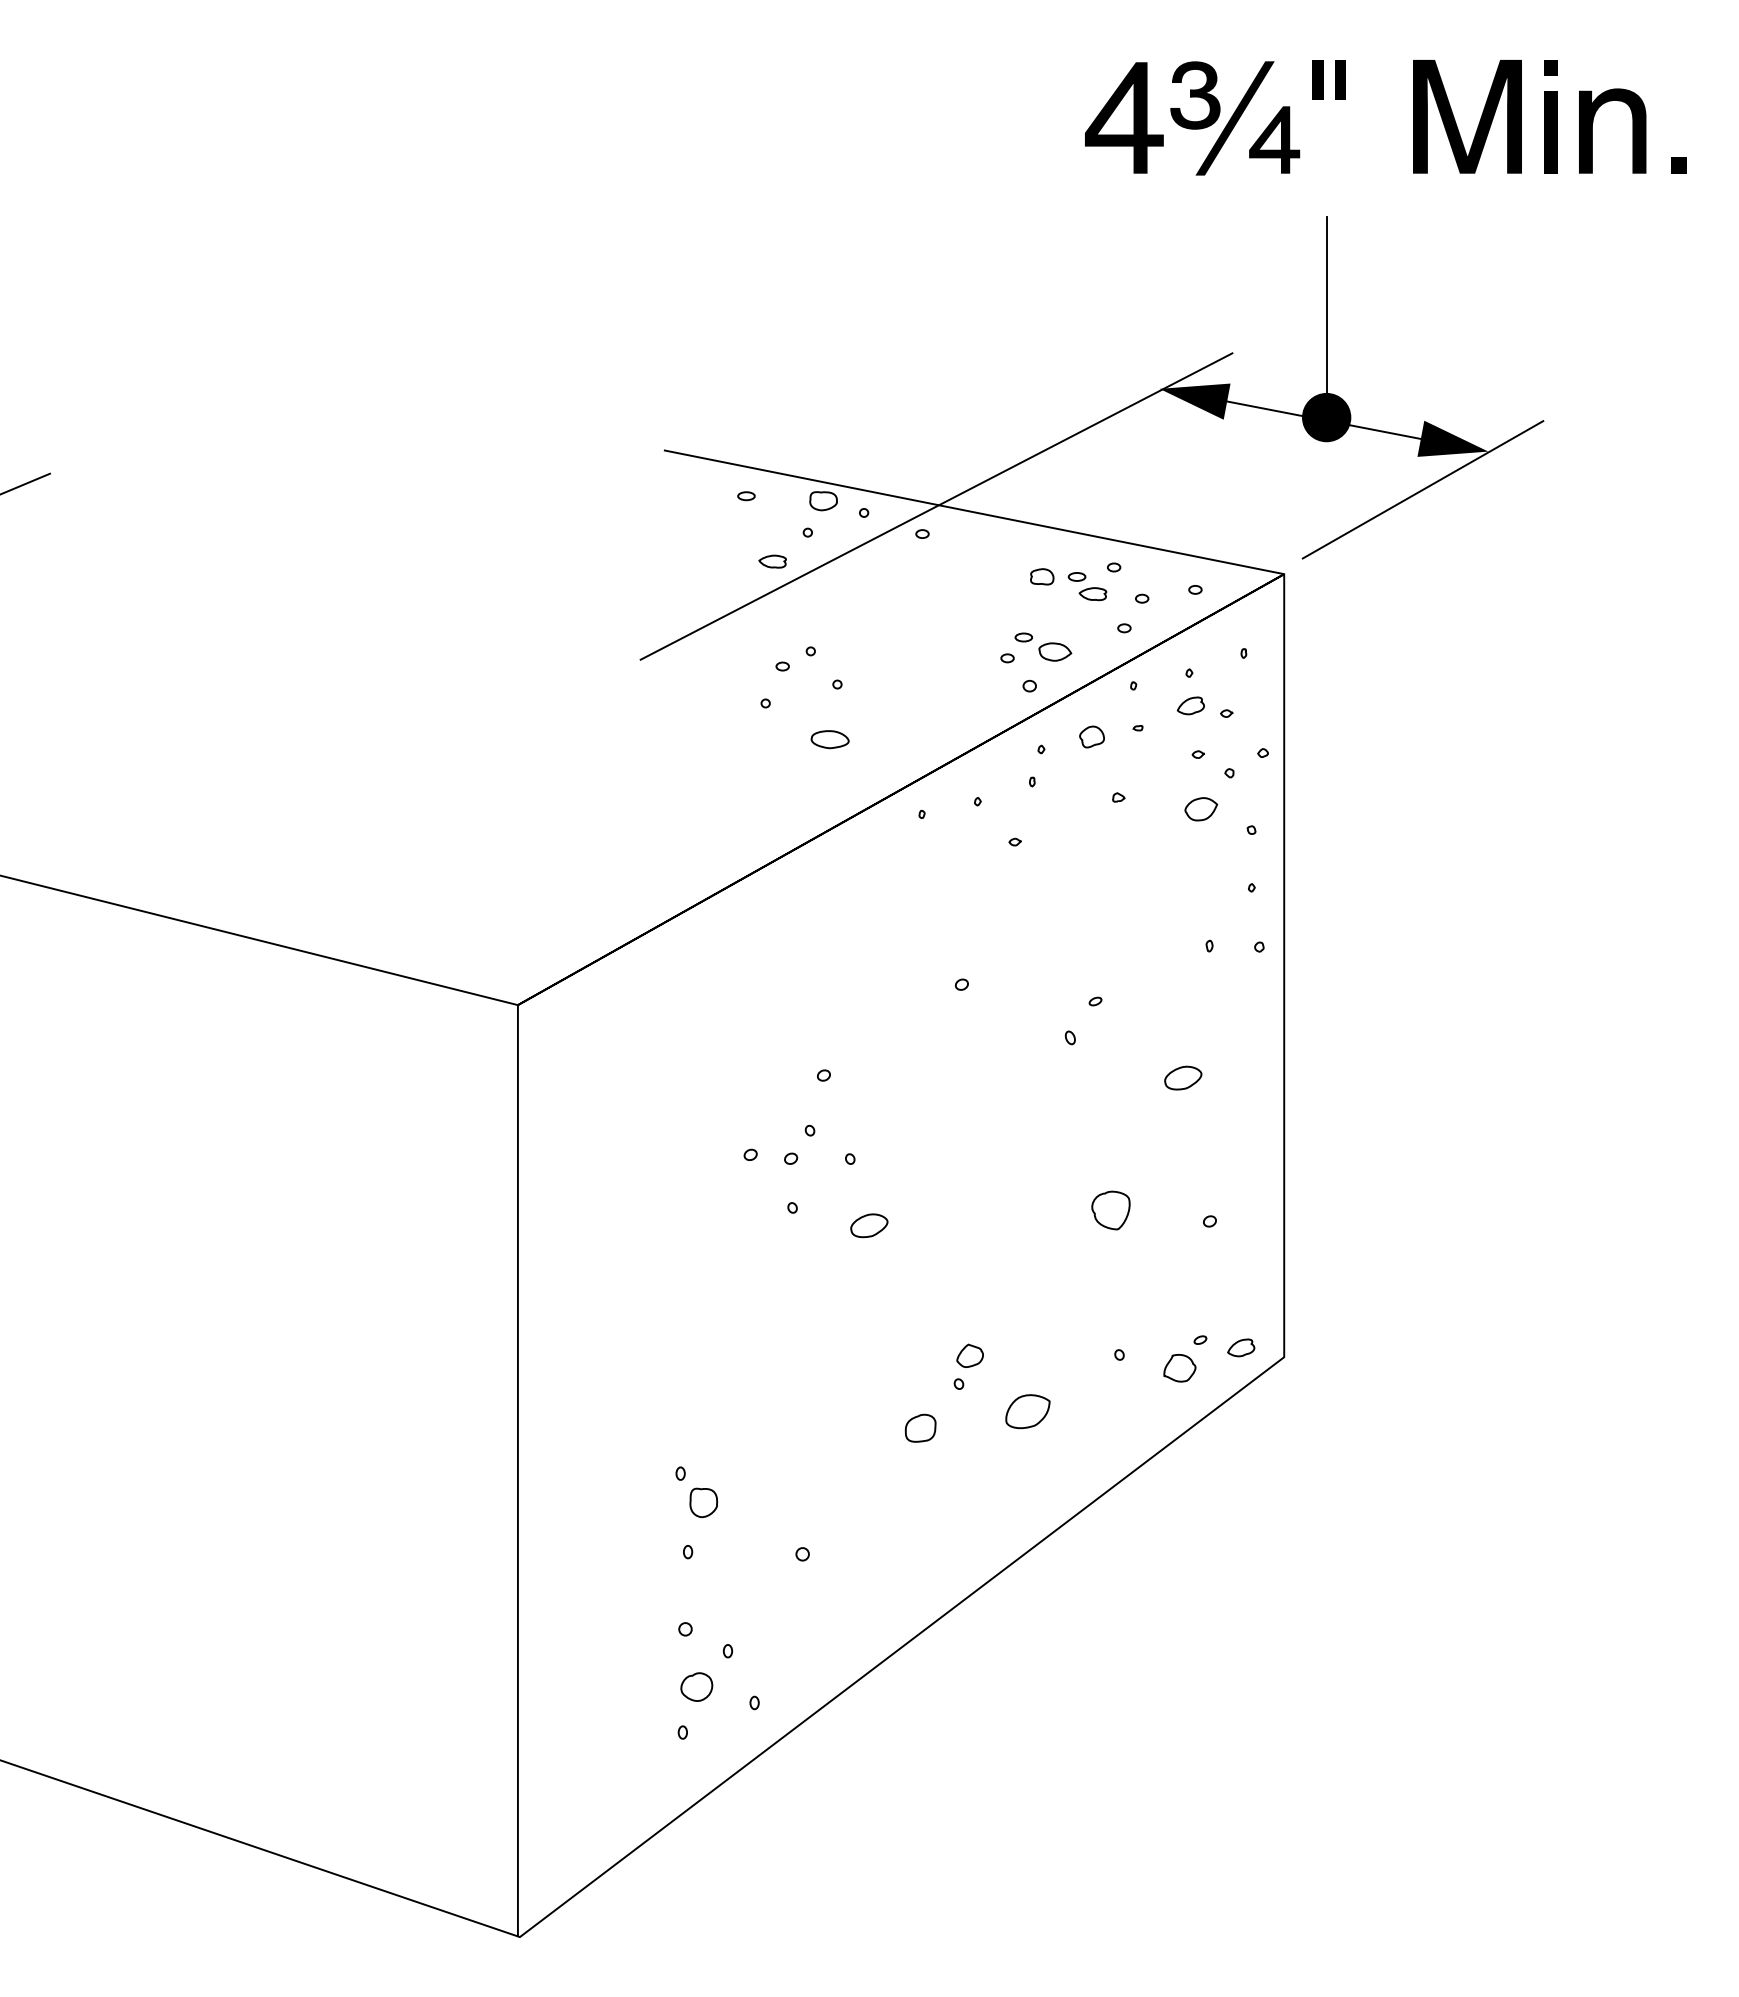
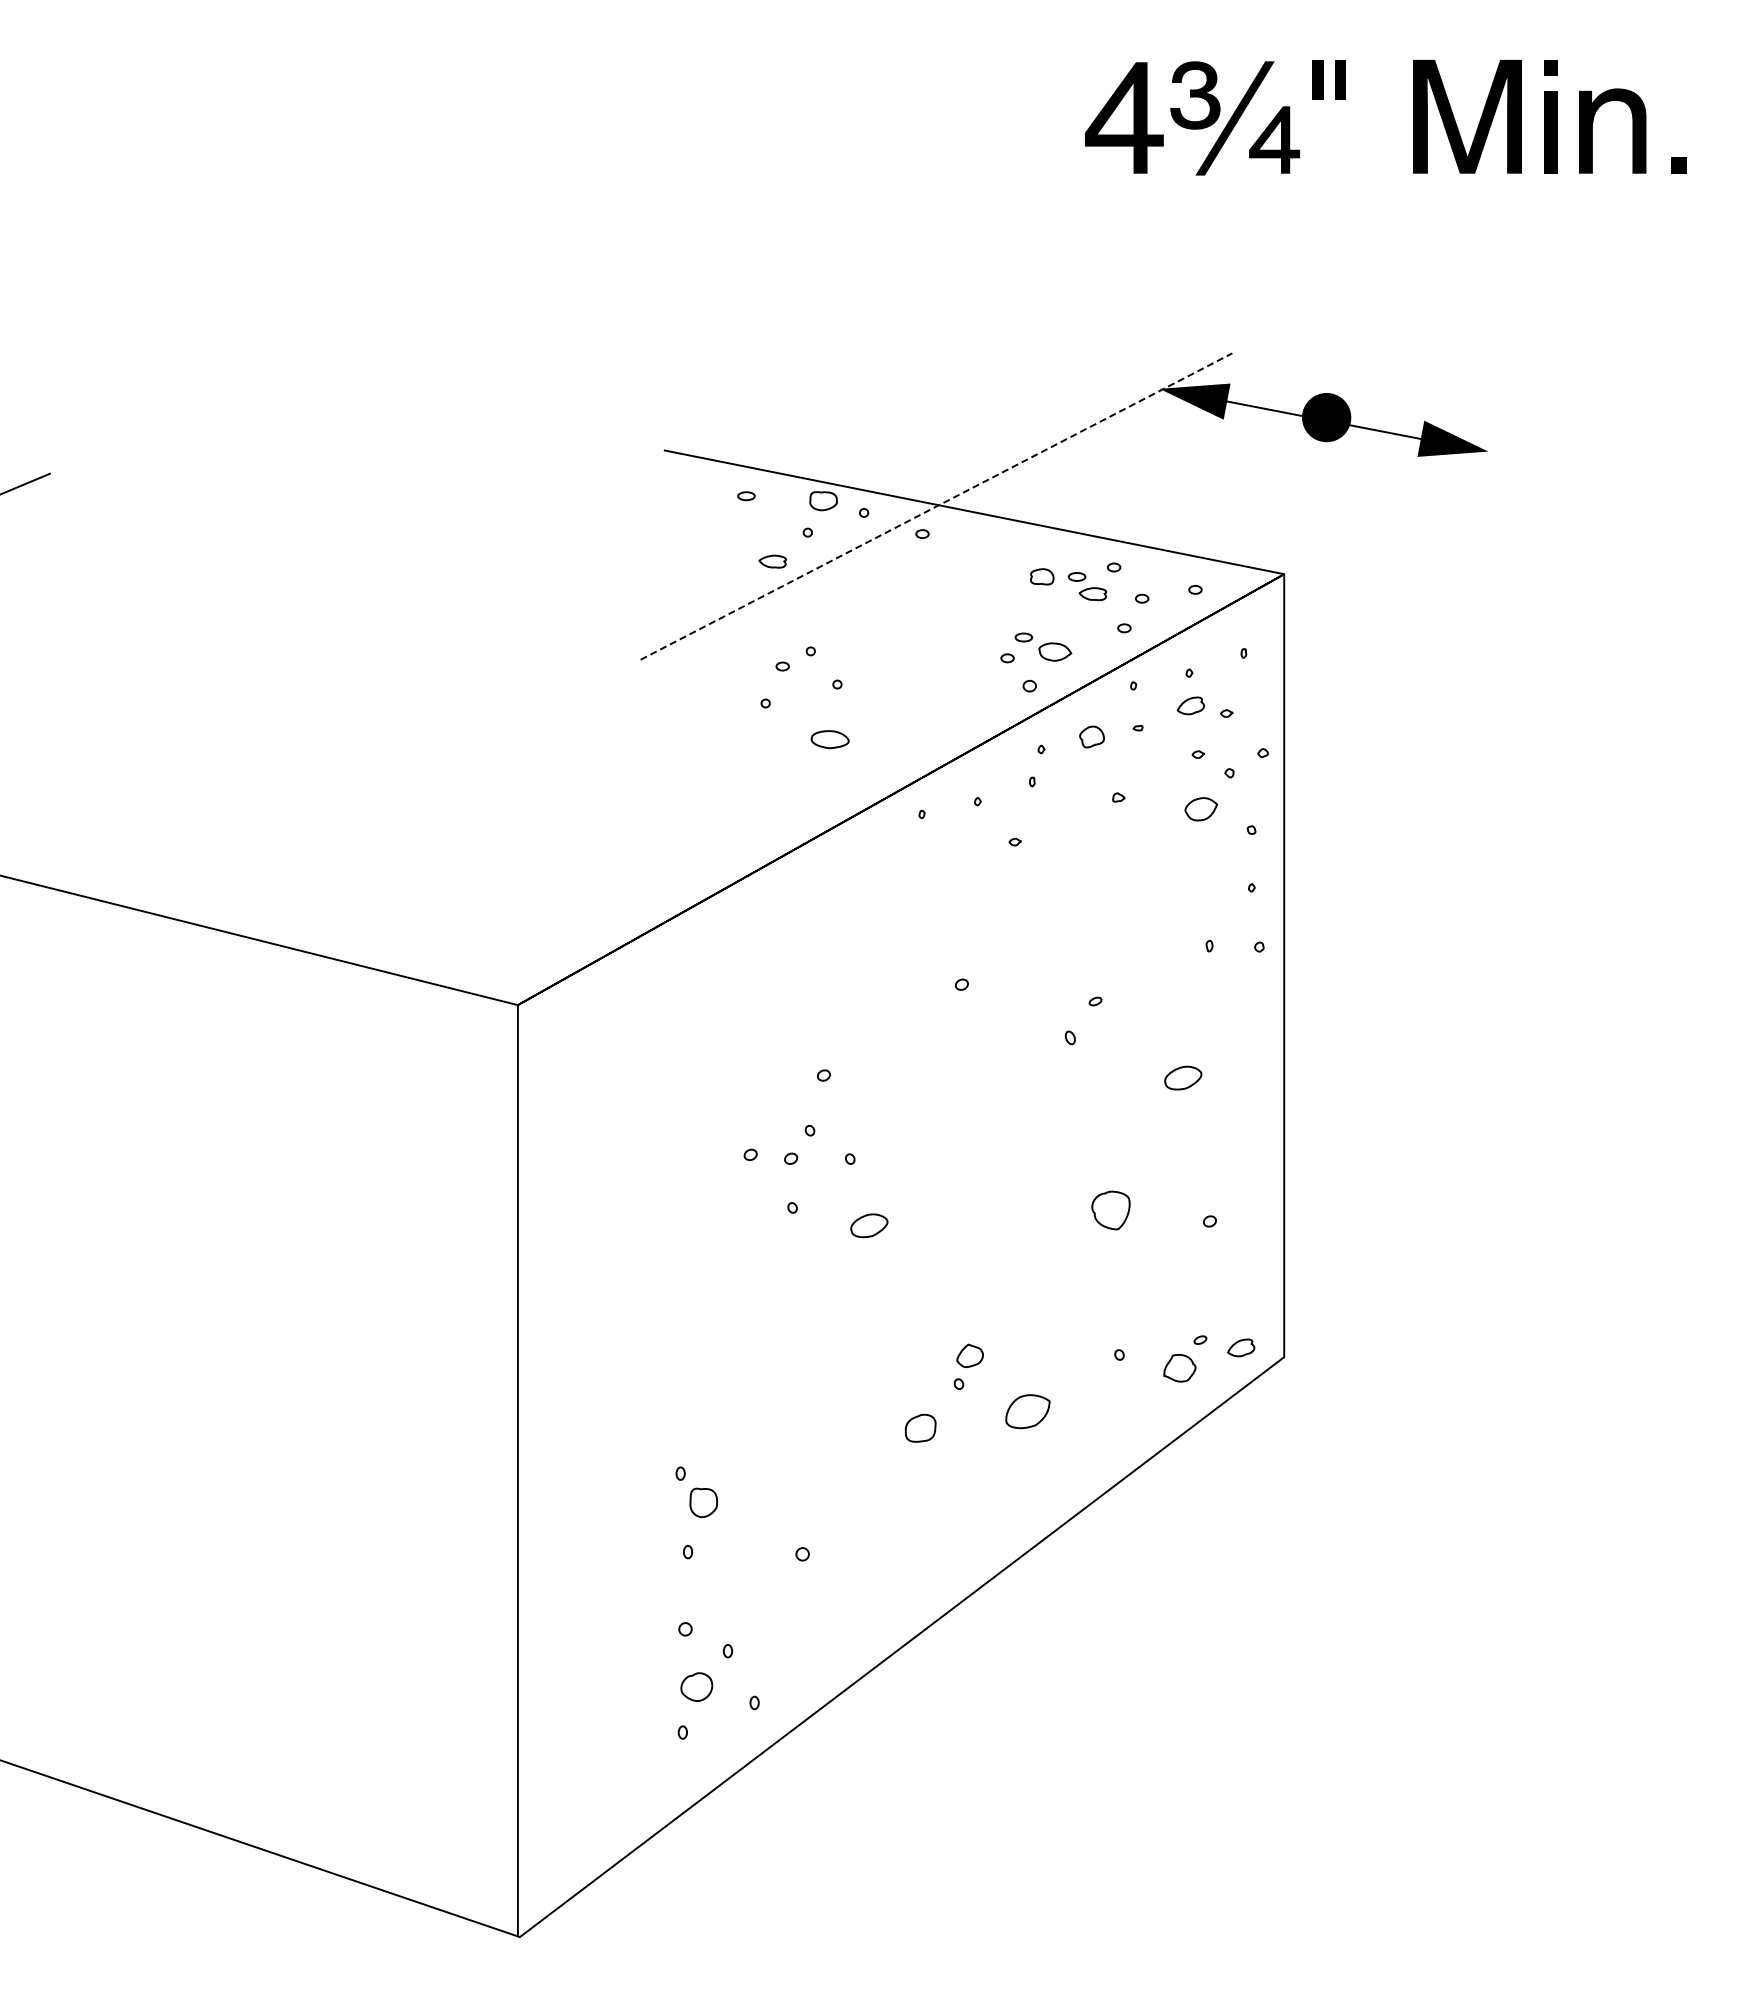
line at (1326, 318): present -> none
line at (1422, 489): present -> none
line at (937, 506): solid -> dashed
